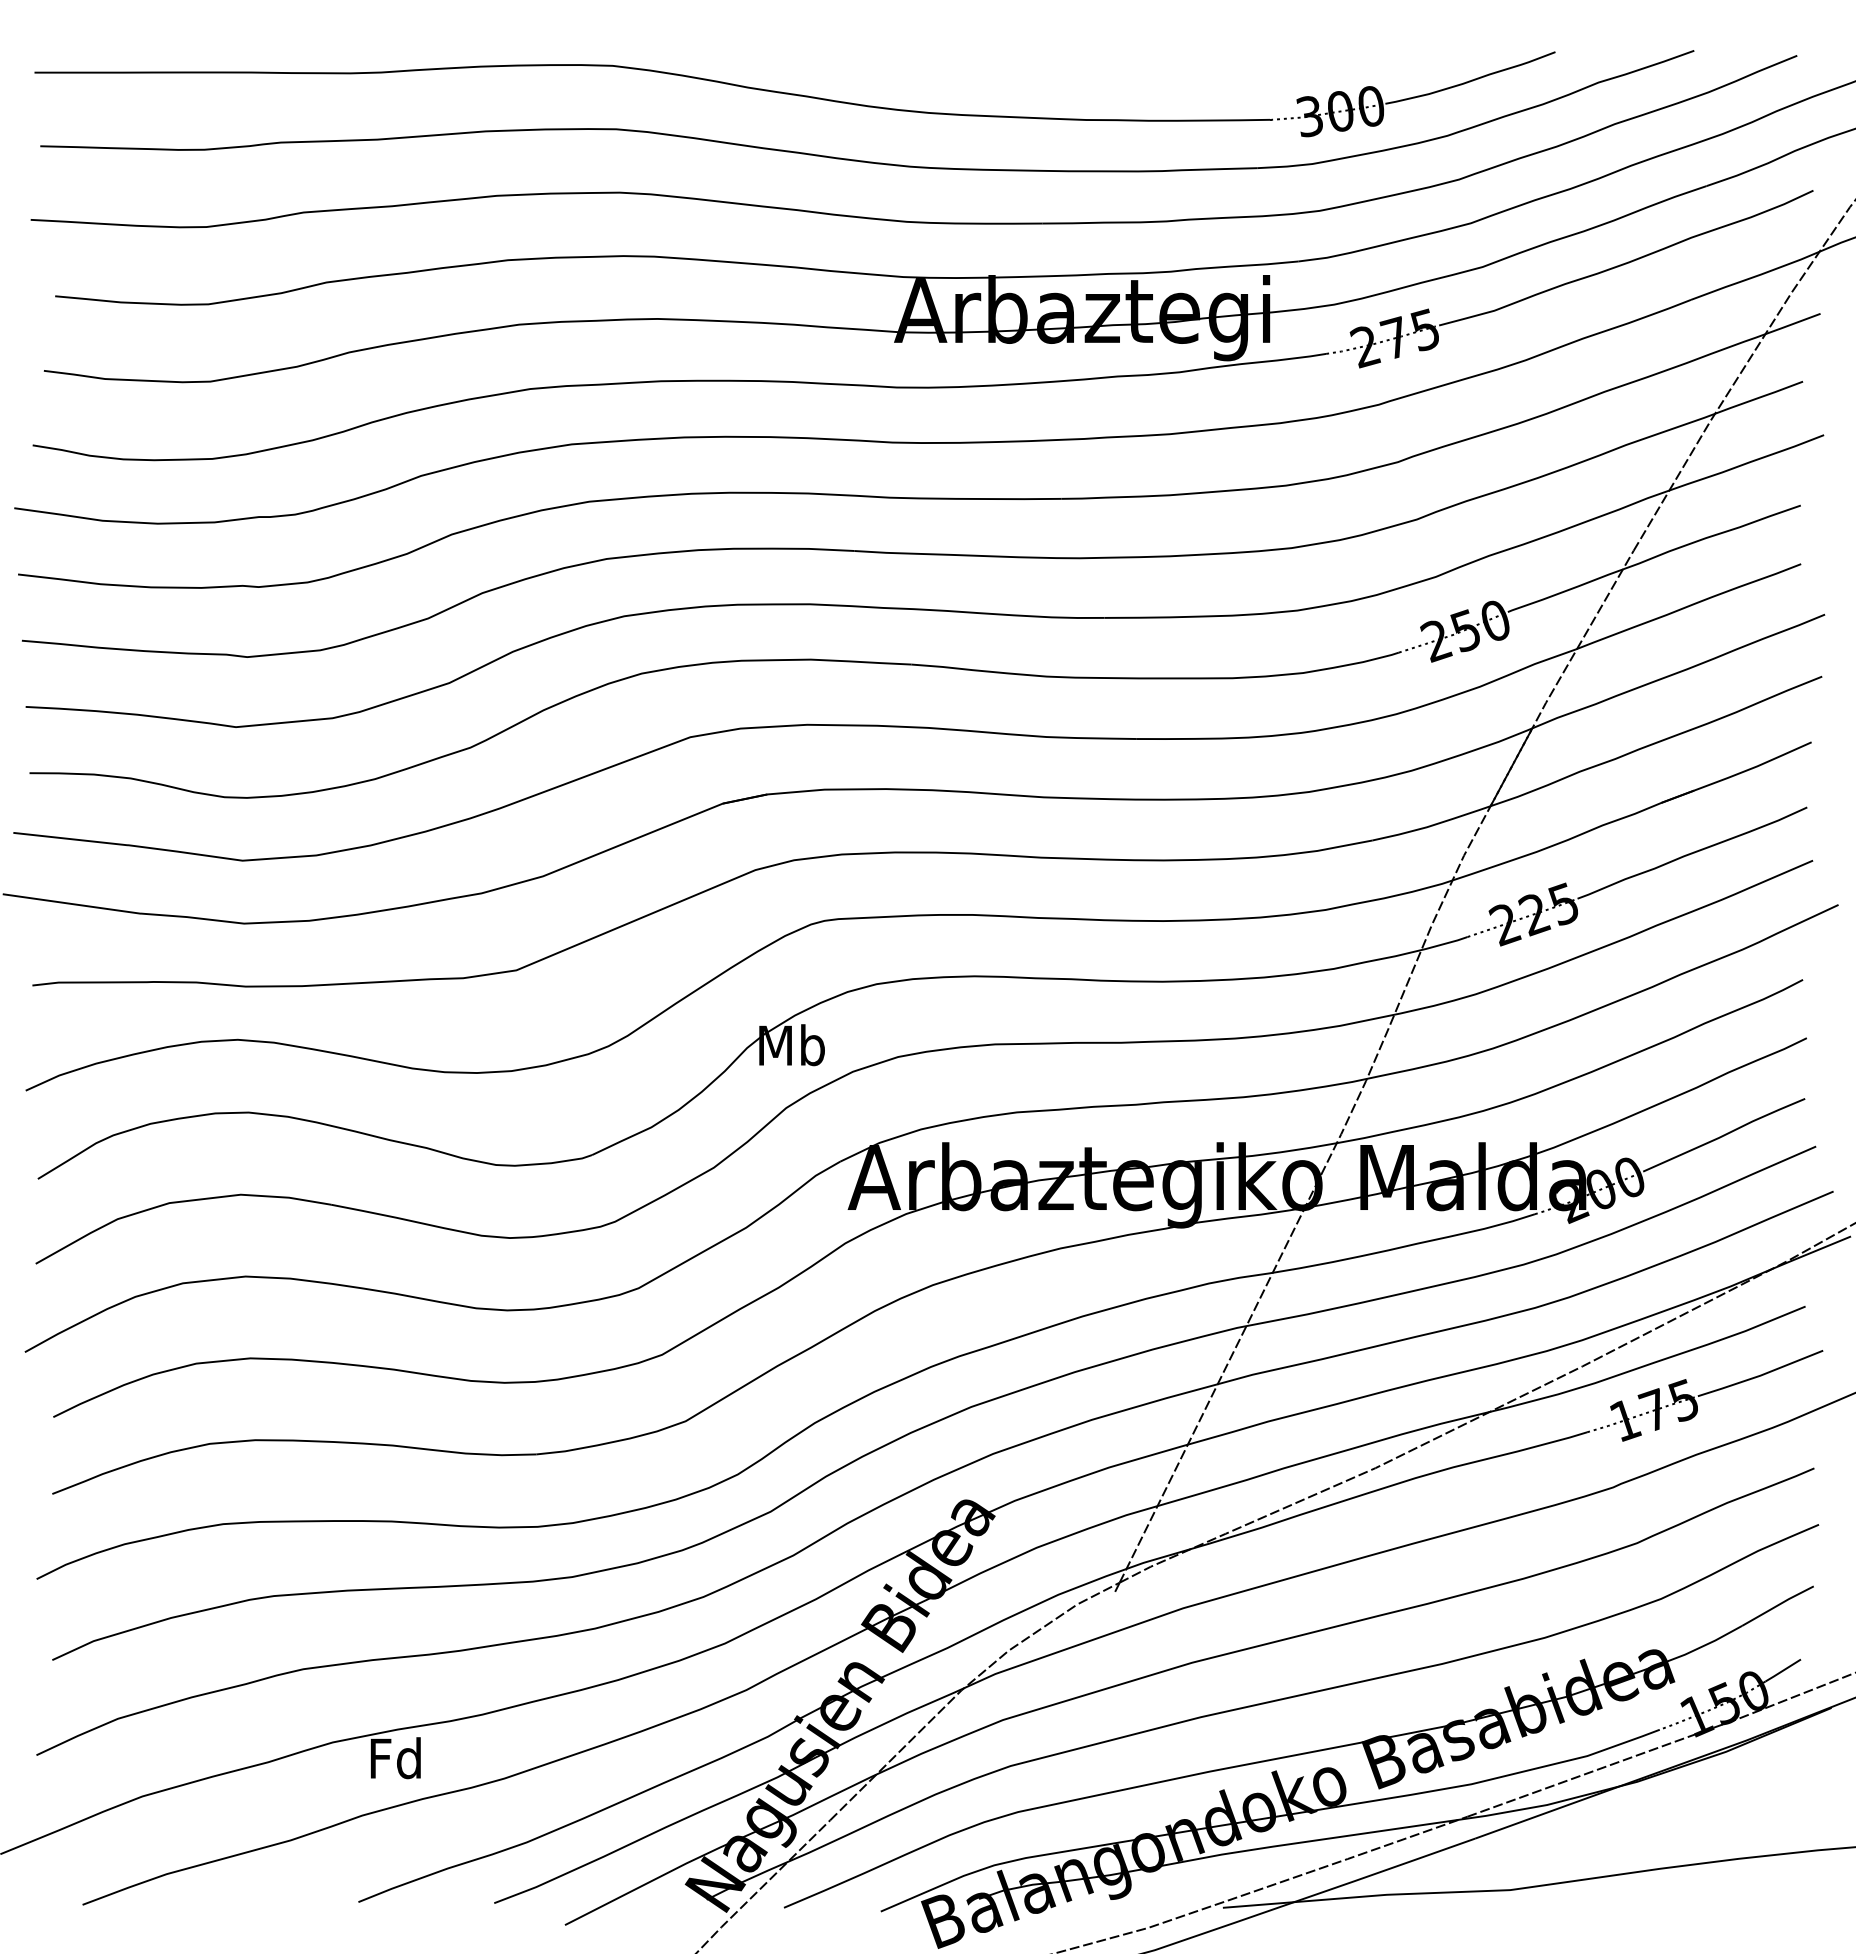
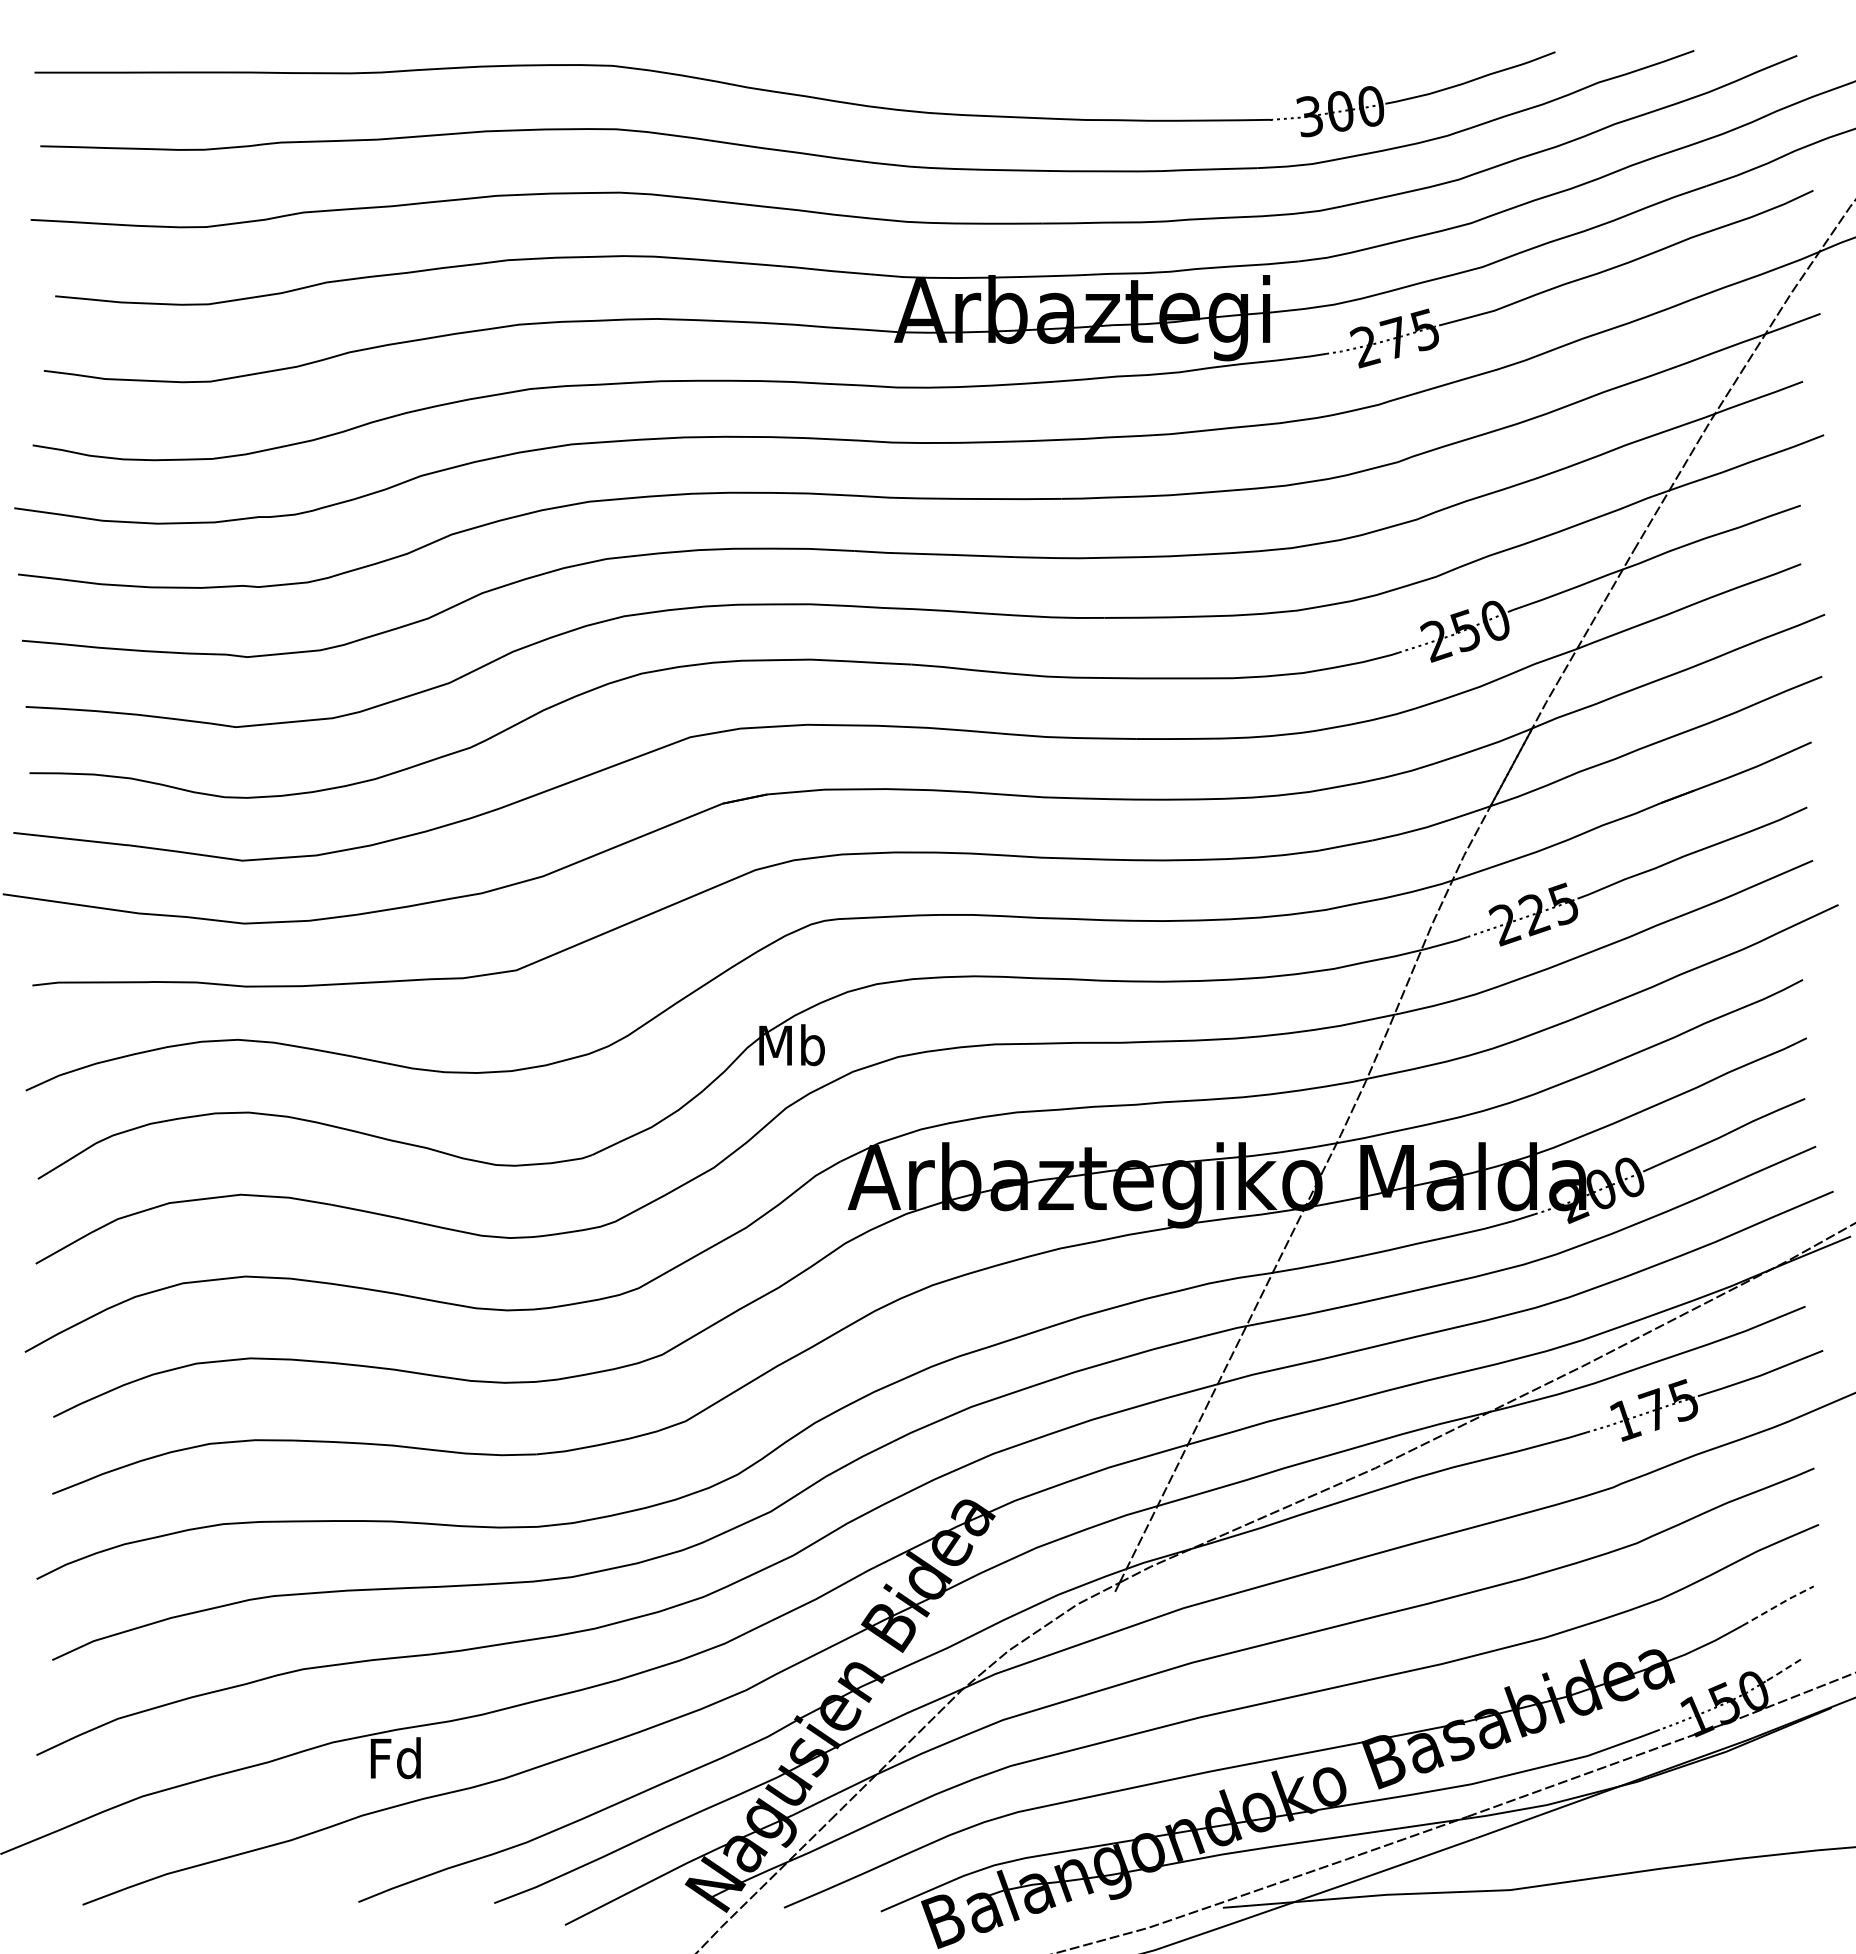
line at (1777, 1605): solid -> dashed
line at (1782, 1671): solid -> dashed
